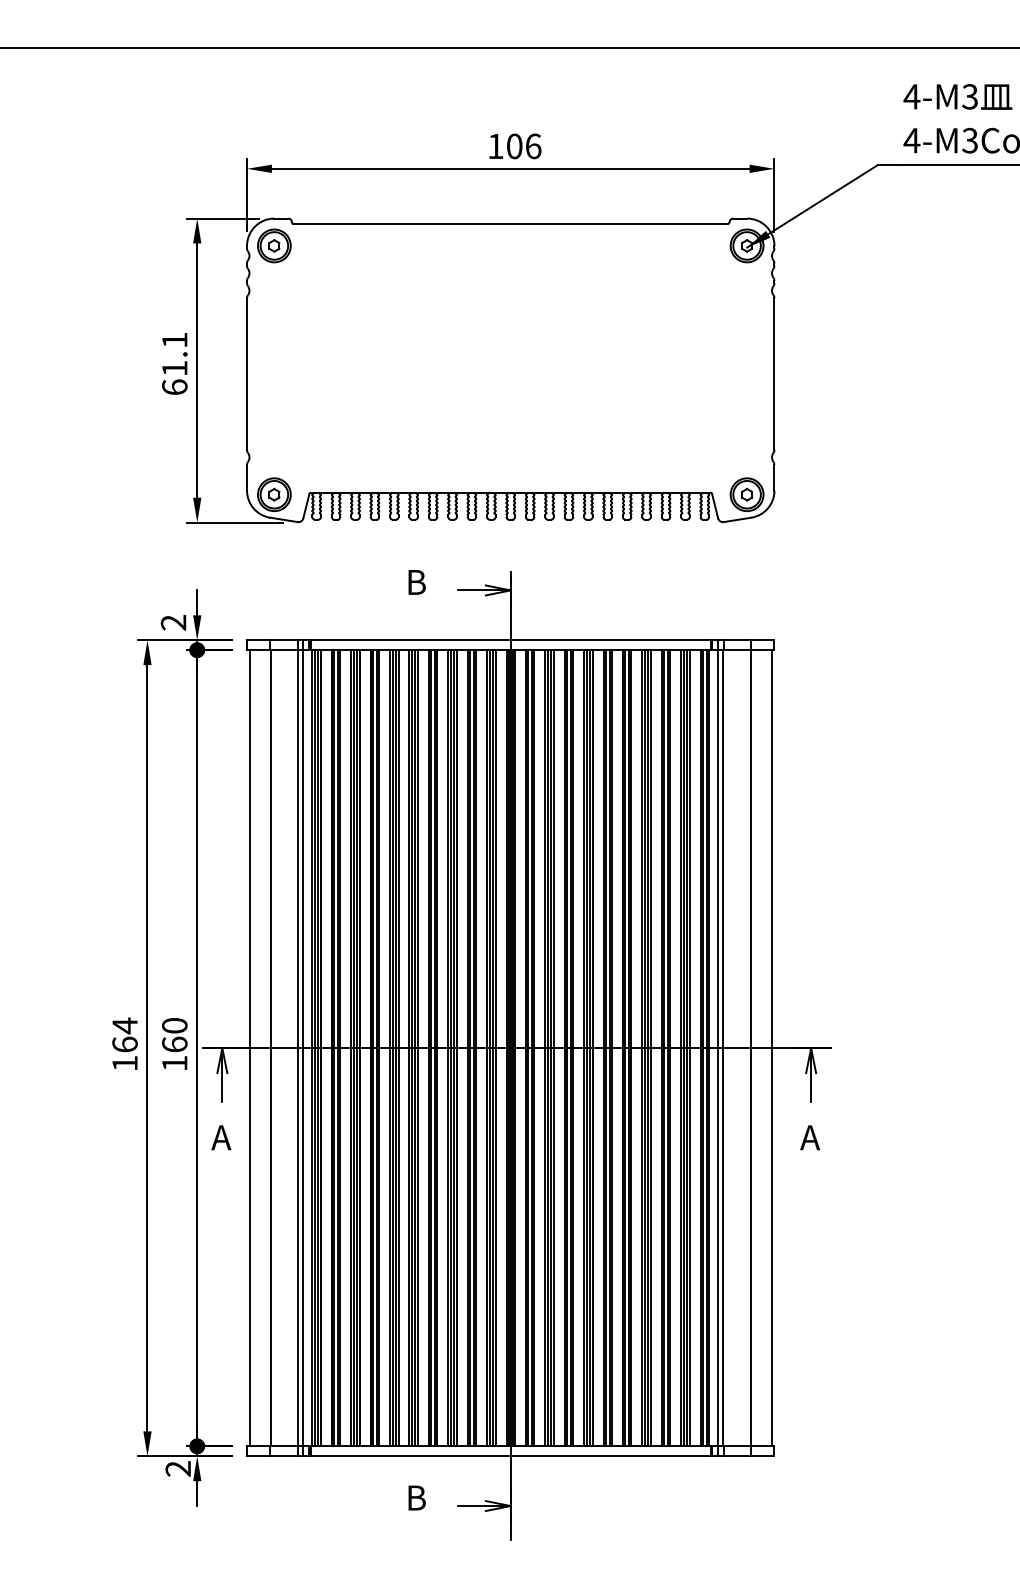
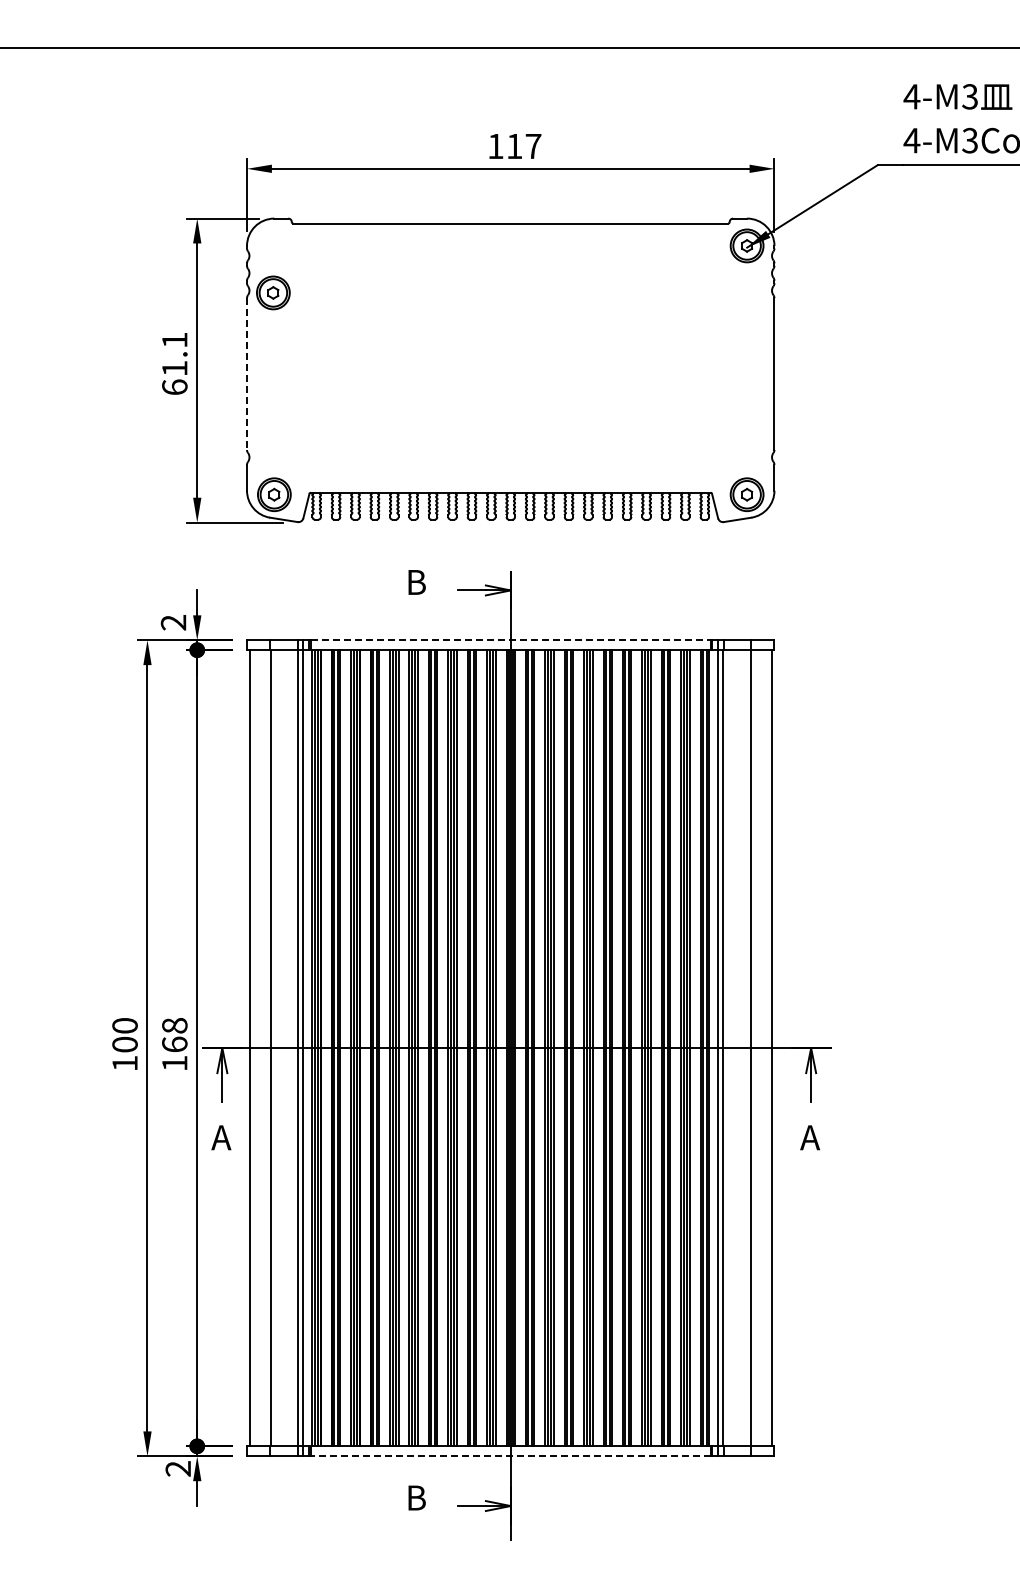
text at (524, 146): 106 -> 117
part at (274, 245) position: (274, 245) -> (273, 292)
line at (247, 374): solid -> dashed
line at (510, 640): solid -> dashed
text at (174, 1025): 160 -> 168
text at (124, 1034): 164 -> 100
line at (510, 1456): solid -> dashed
